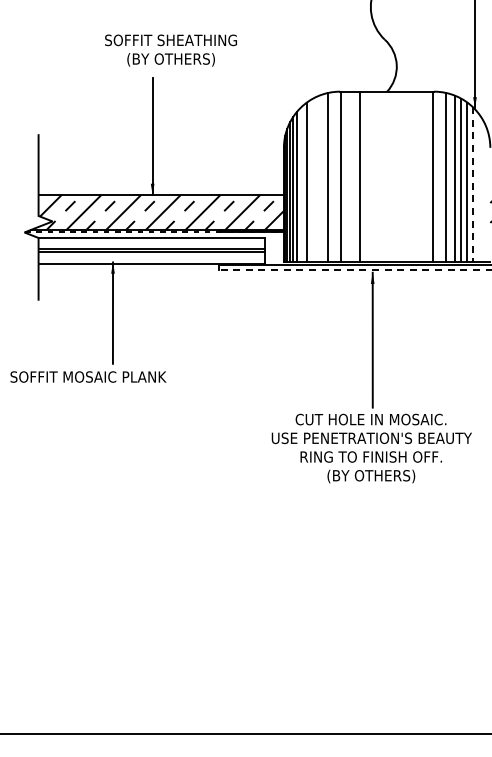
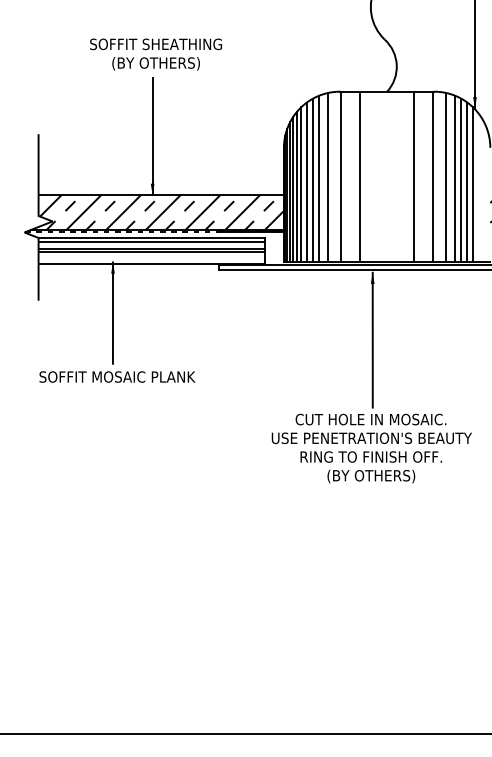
text at (170, 50) position: (170, 50) -> (155, 54)
line at (414, 176): none -> present
line at (319, 178): none -> present
line at (313, 179): none -> present
line at (301, 184): none -> present
line at (472, 185): dashed -> solid
line at (151, 241): none -> present
line at (354, 270): dashed -> solid
text at (88, 376) position: (88, 376) -> (117, 376)
